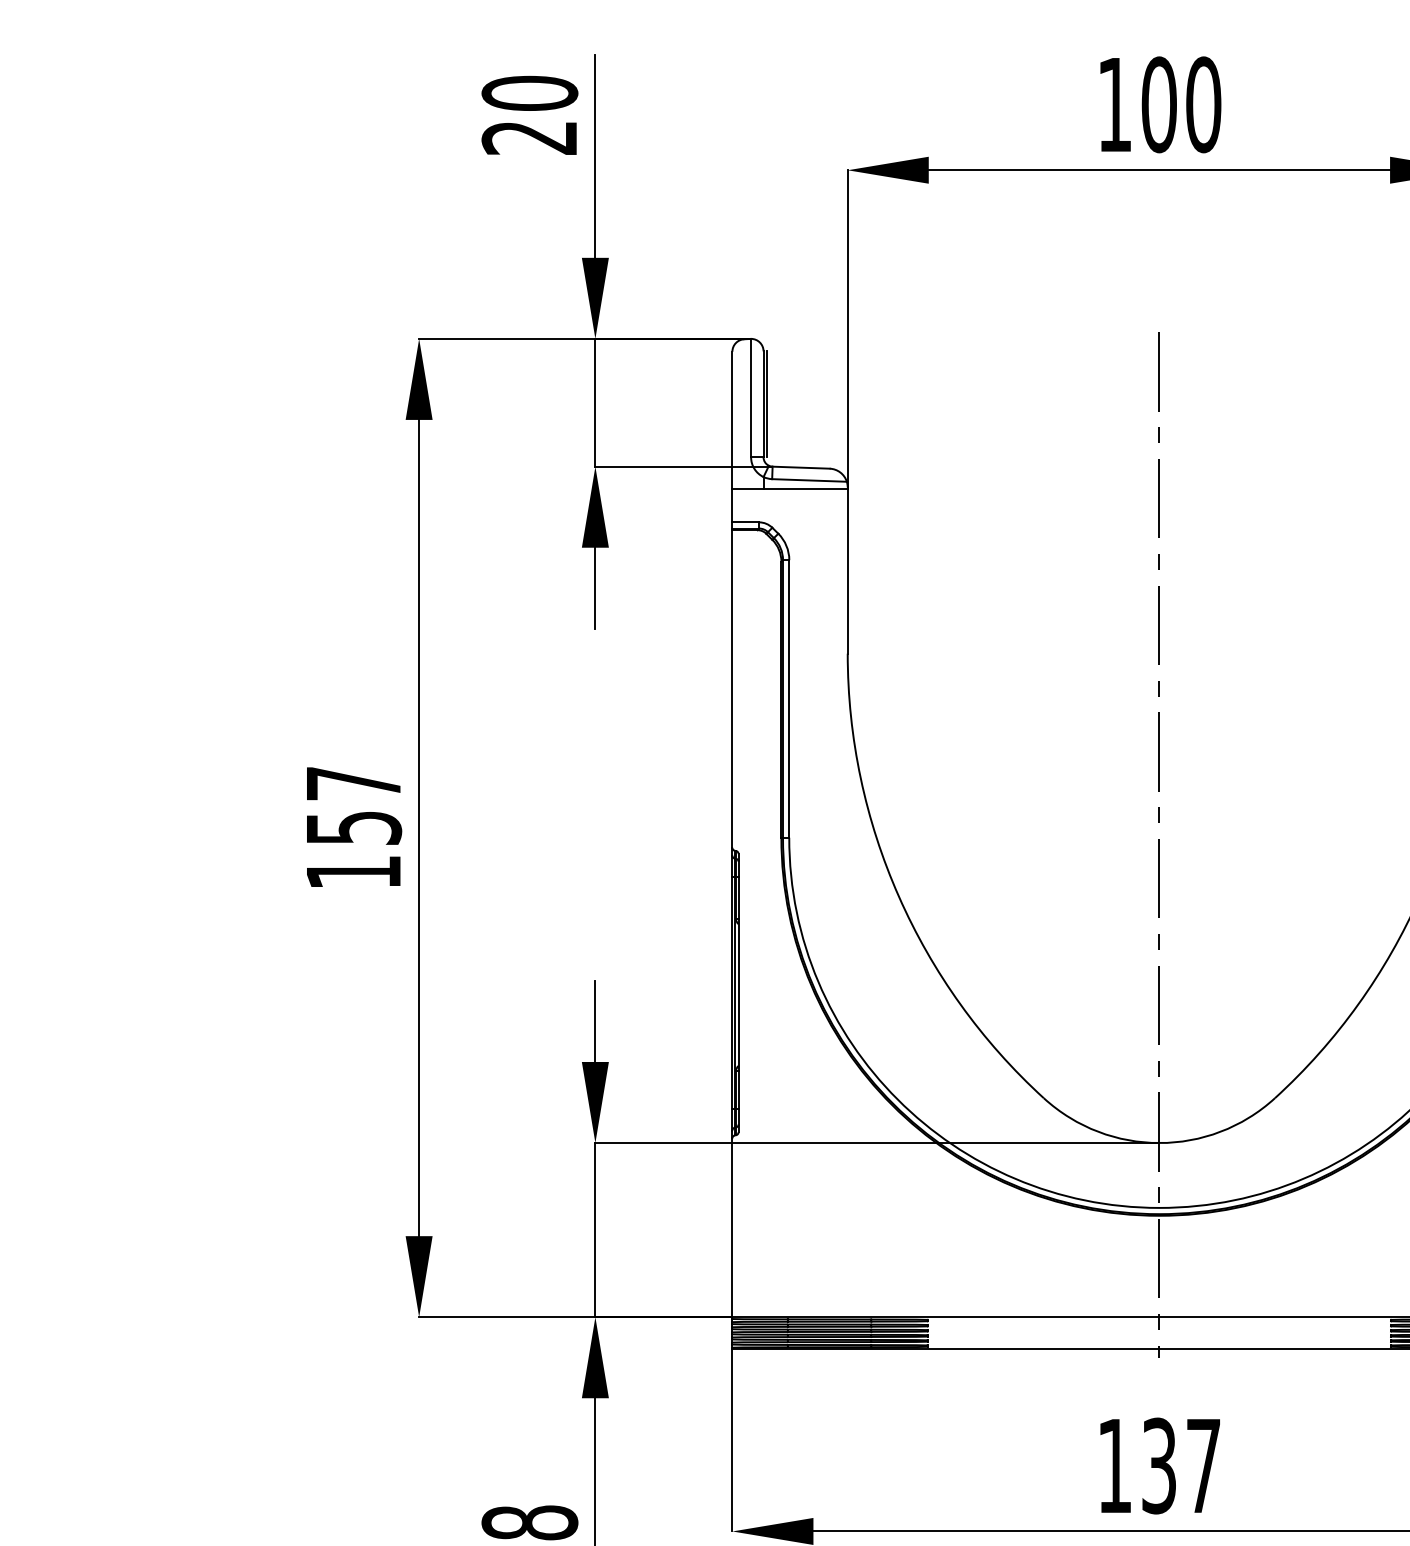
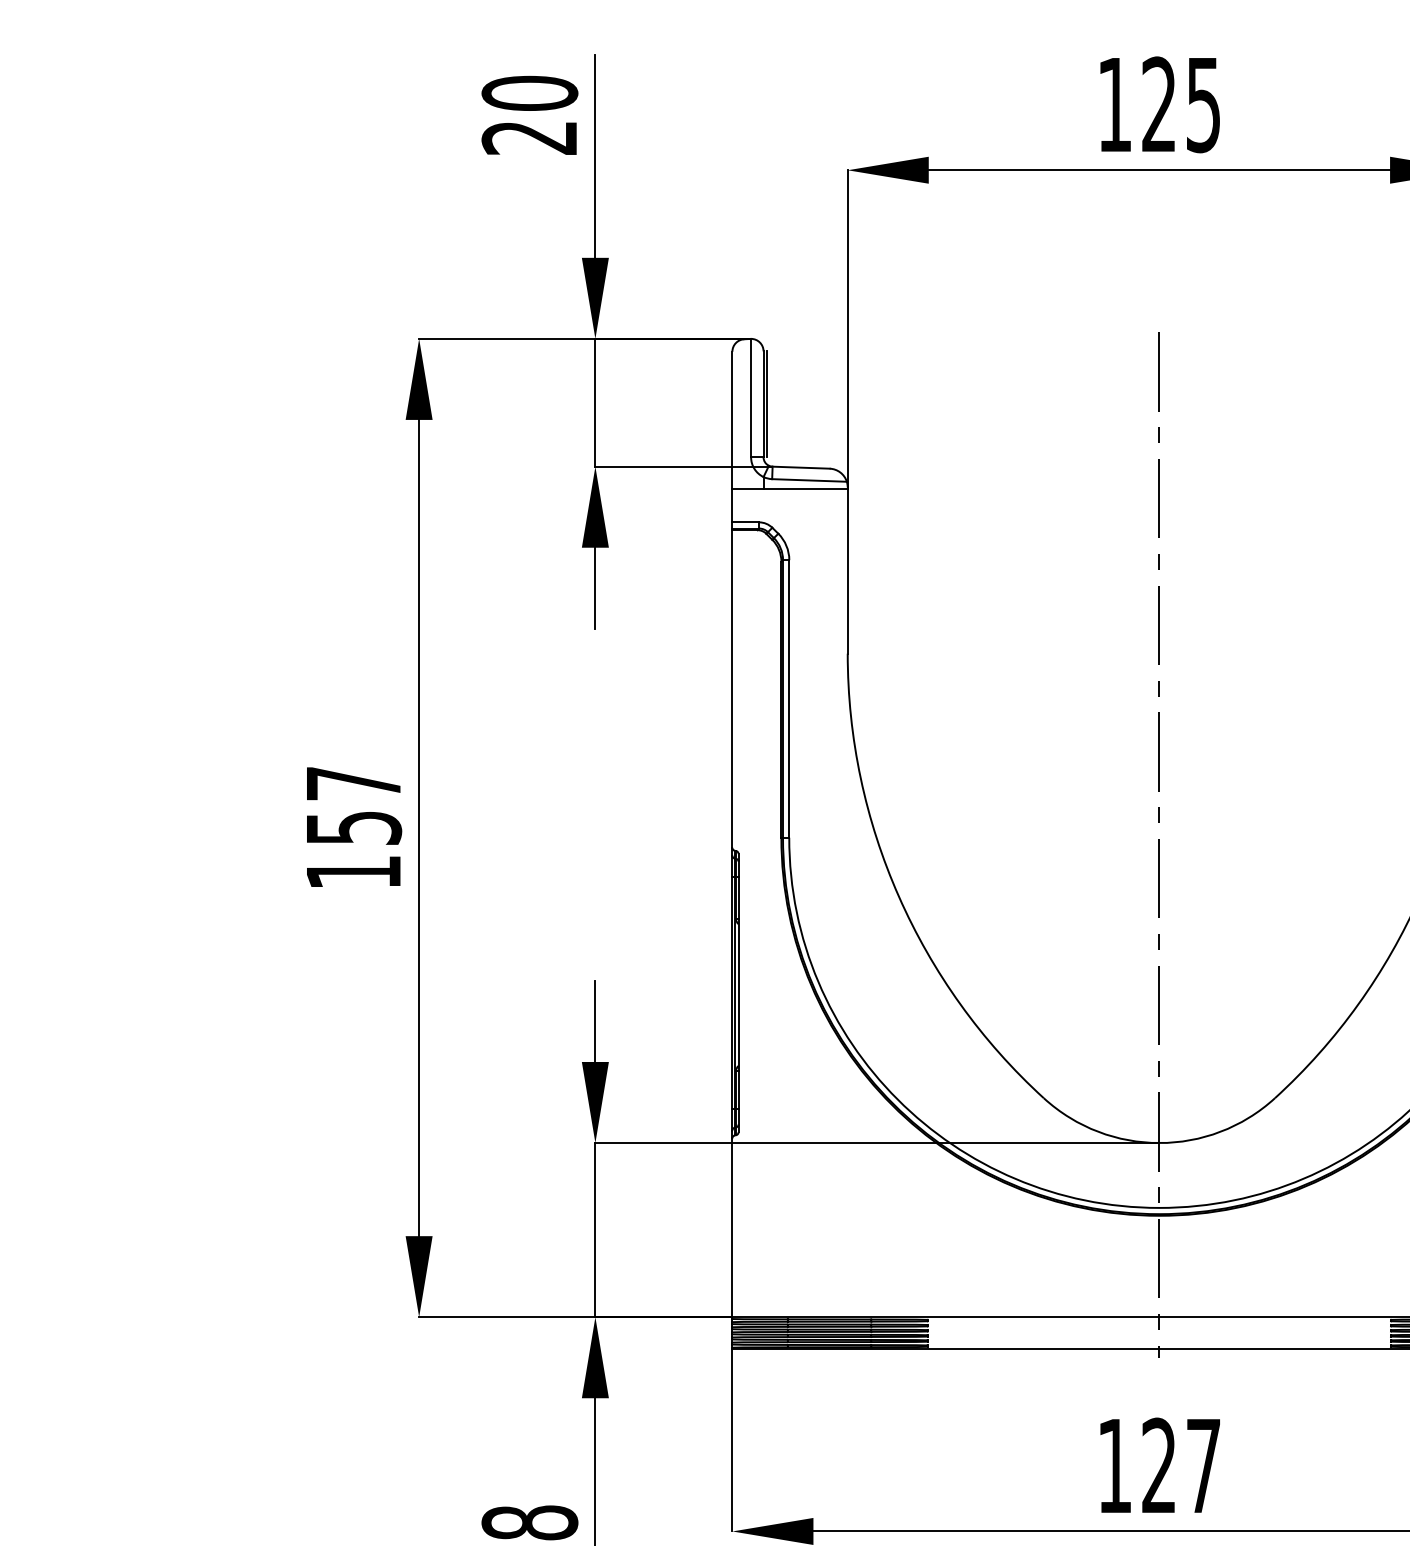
text at (1181, 104): 100 -> 125
text at (1158, 1465): 137 -> 127
